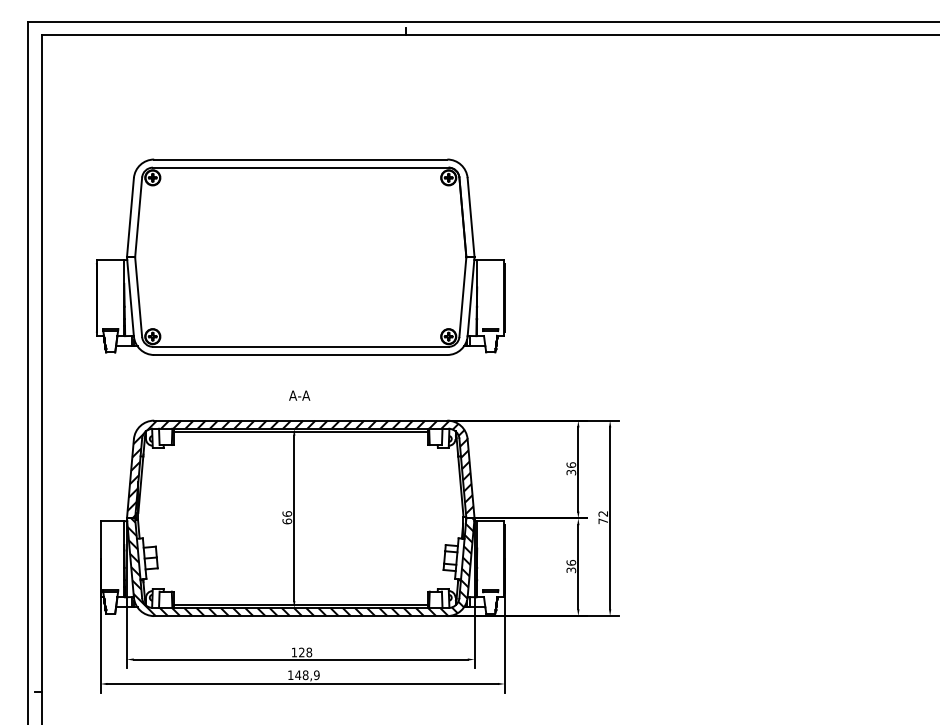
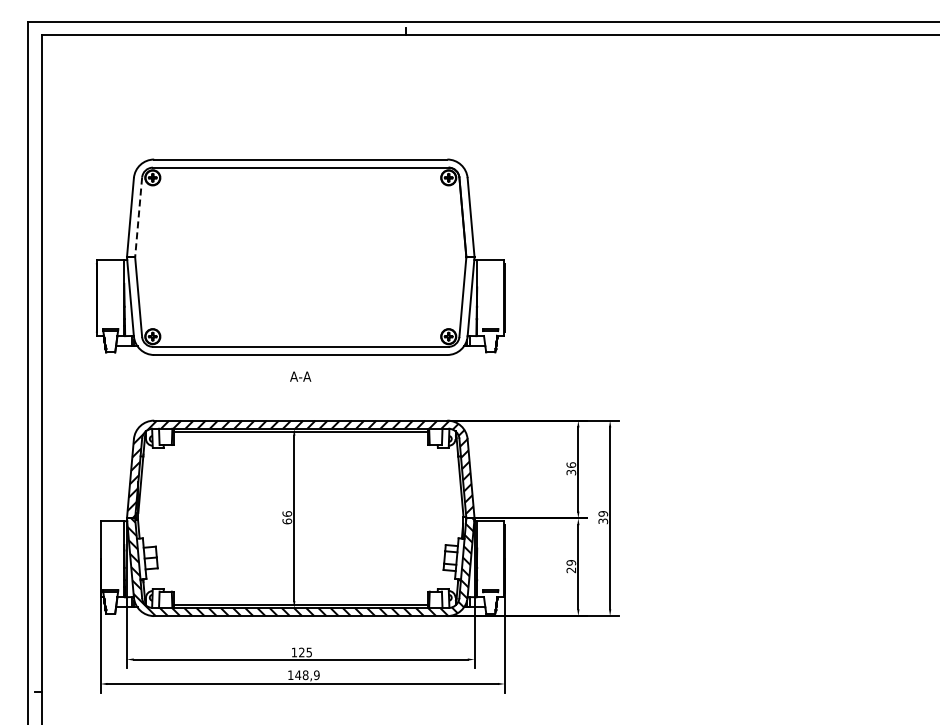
line at (138, 217): solid -> dashed
text at (299, 395) position: (299, 395) -> (300, 376)
text at (603, 517): 72 -> 39
text at (571, 566): 36 -> 29
text at (309, 652): 128 -> 125
